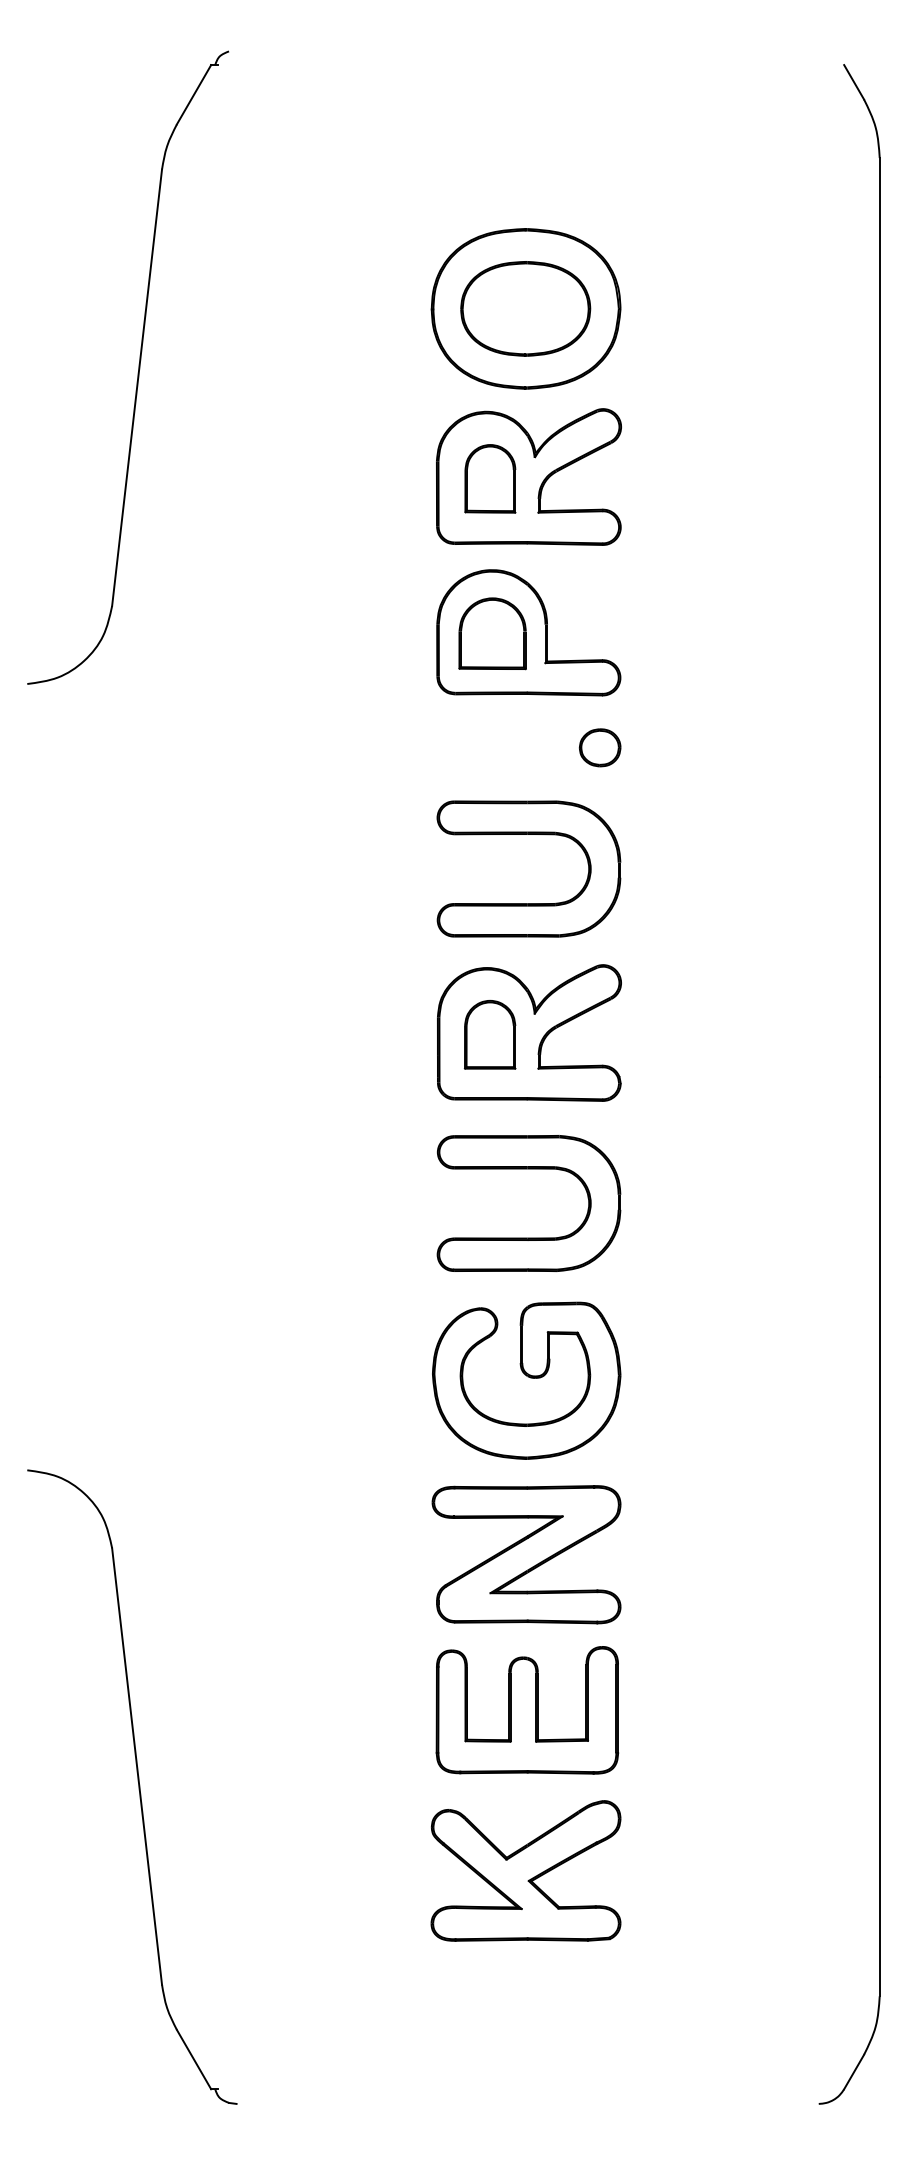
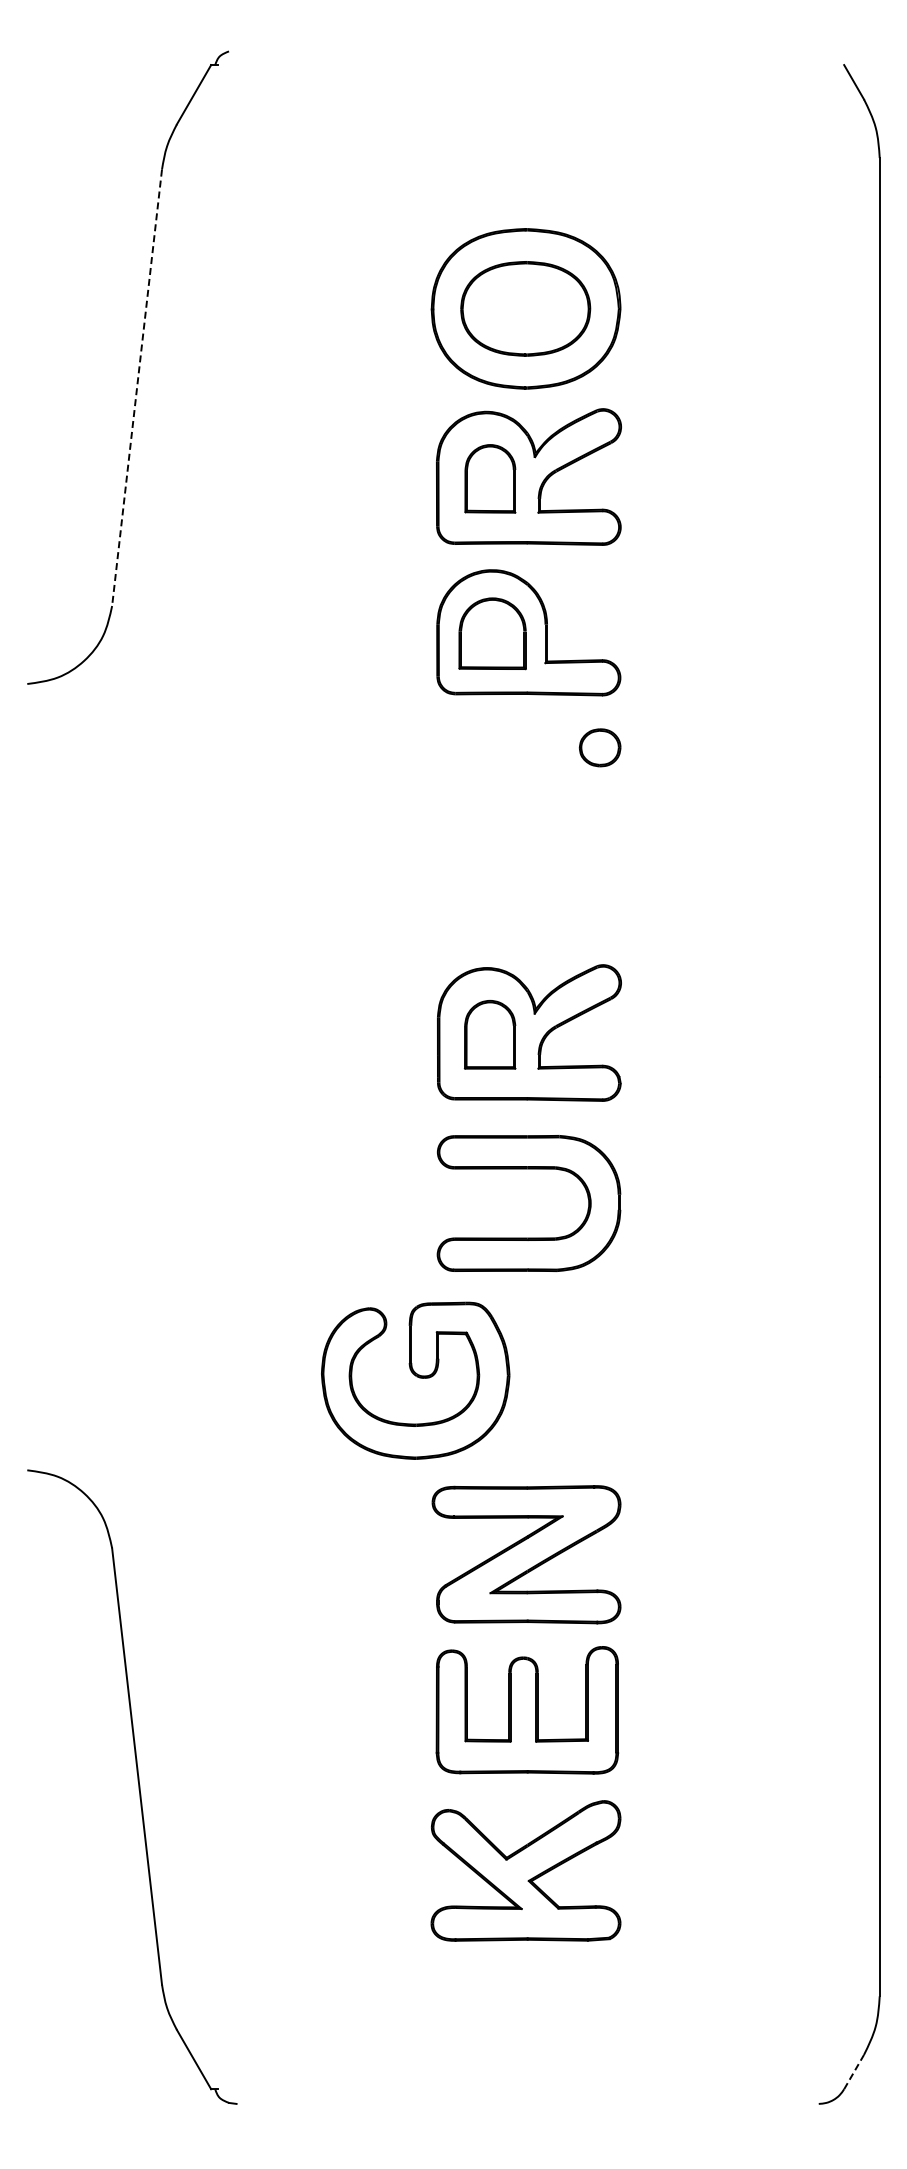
line at (137, 387): solid -> dashed
part at (528, 834): present -> none
part at (526, 1380) position: (526, 1380) -> (415, 1380)
line at (854, 2072): solid -> dashed
